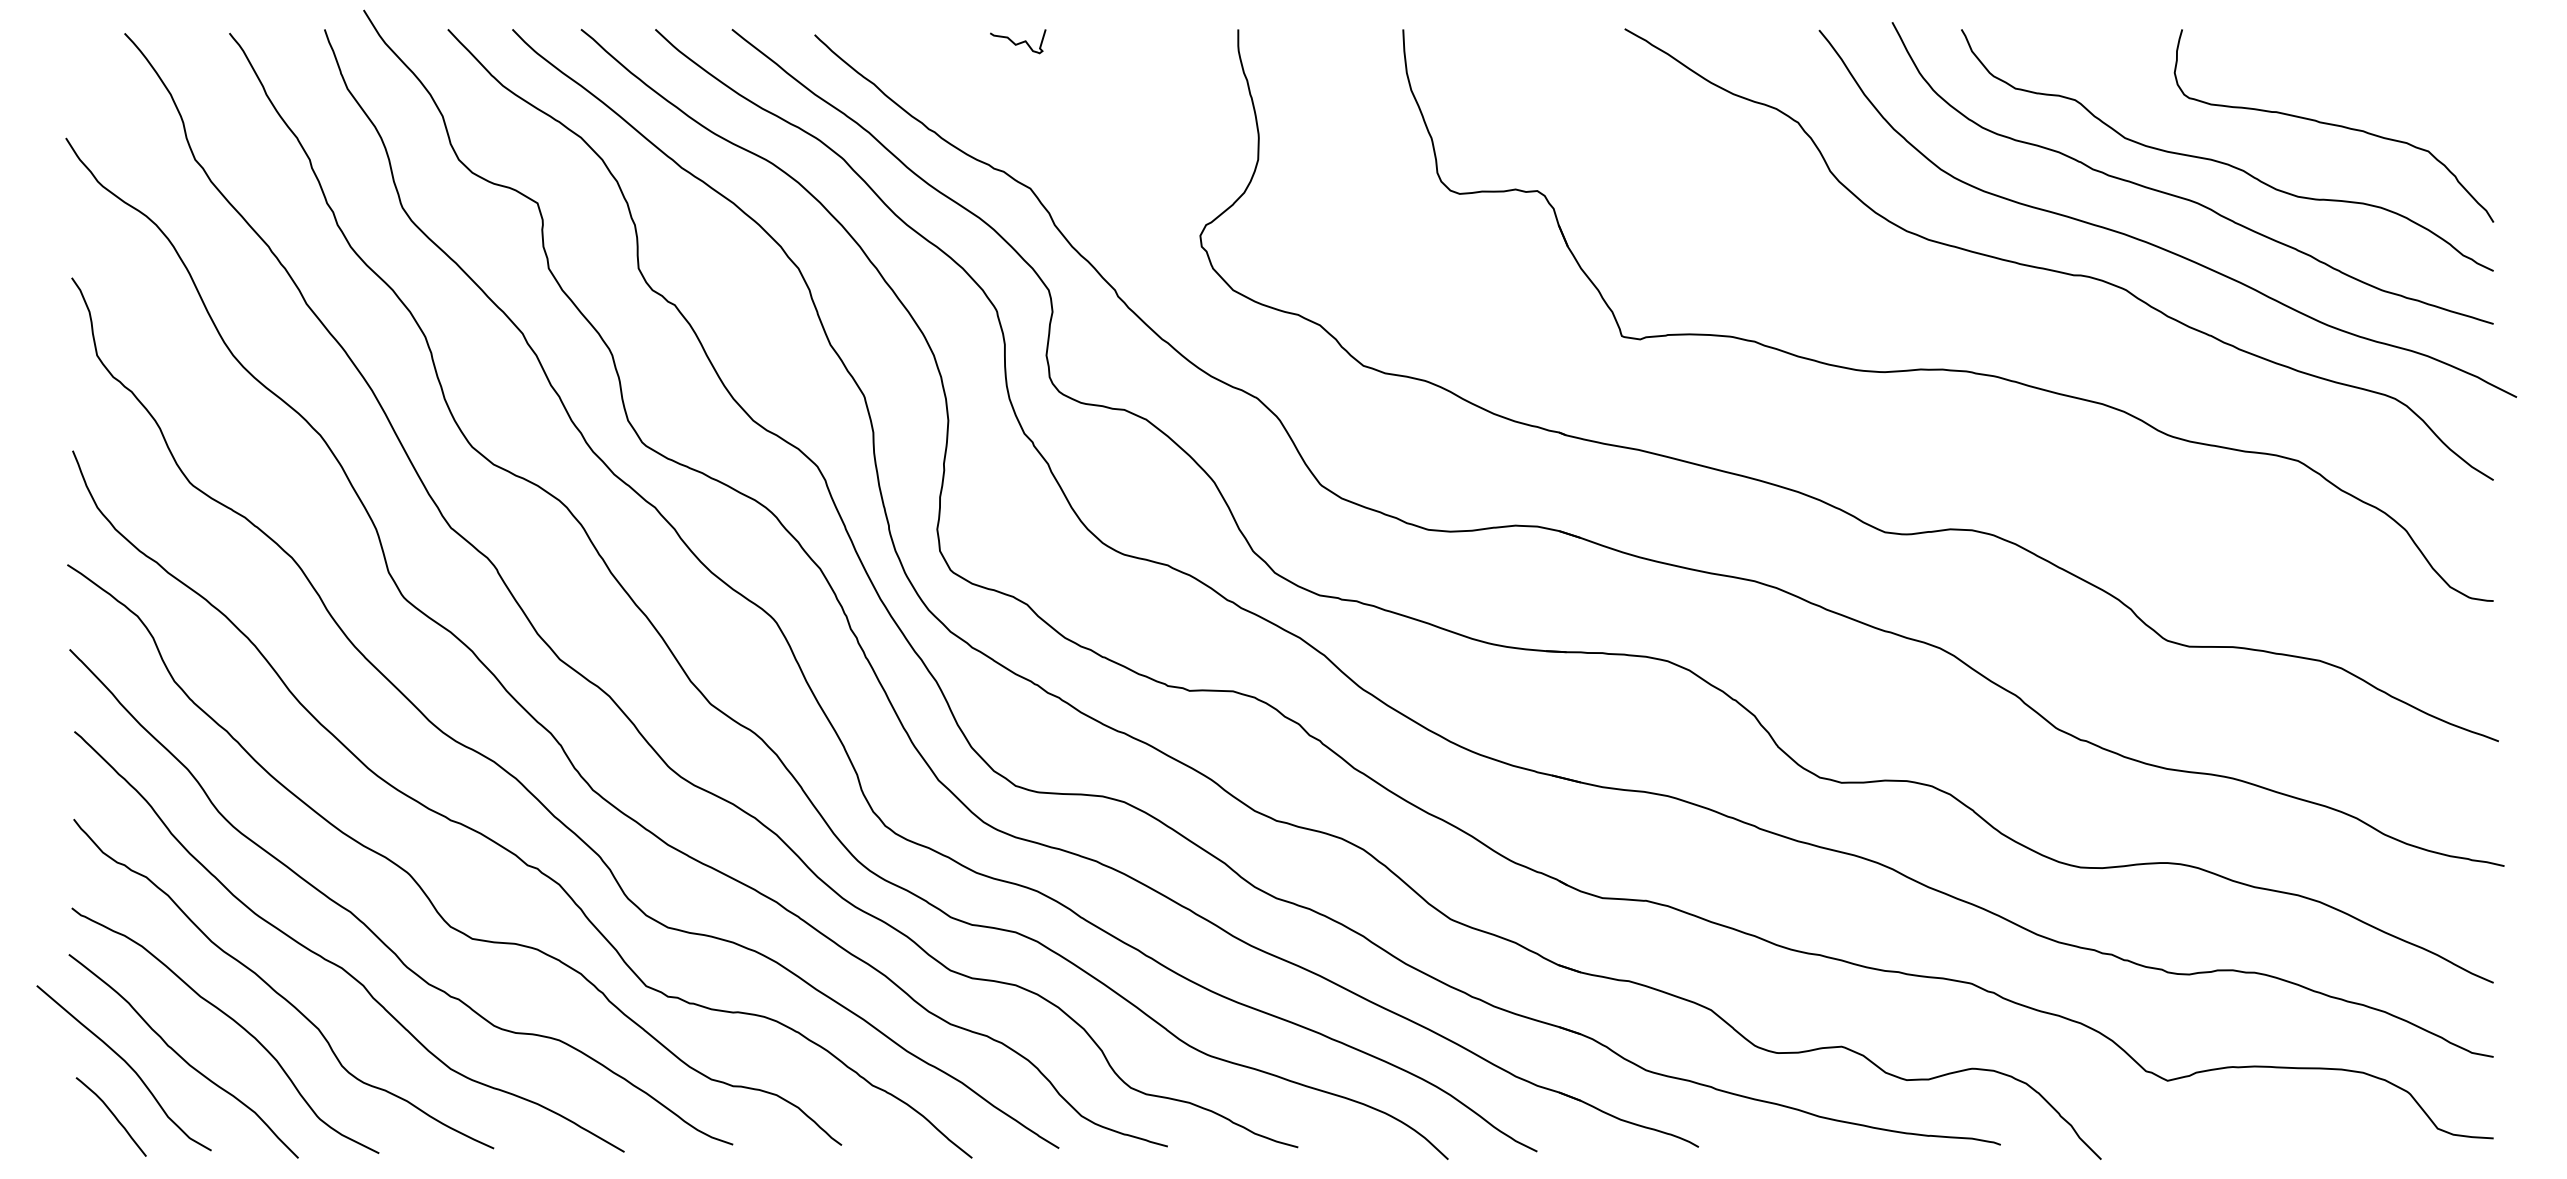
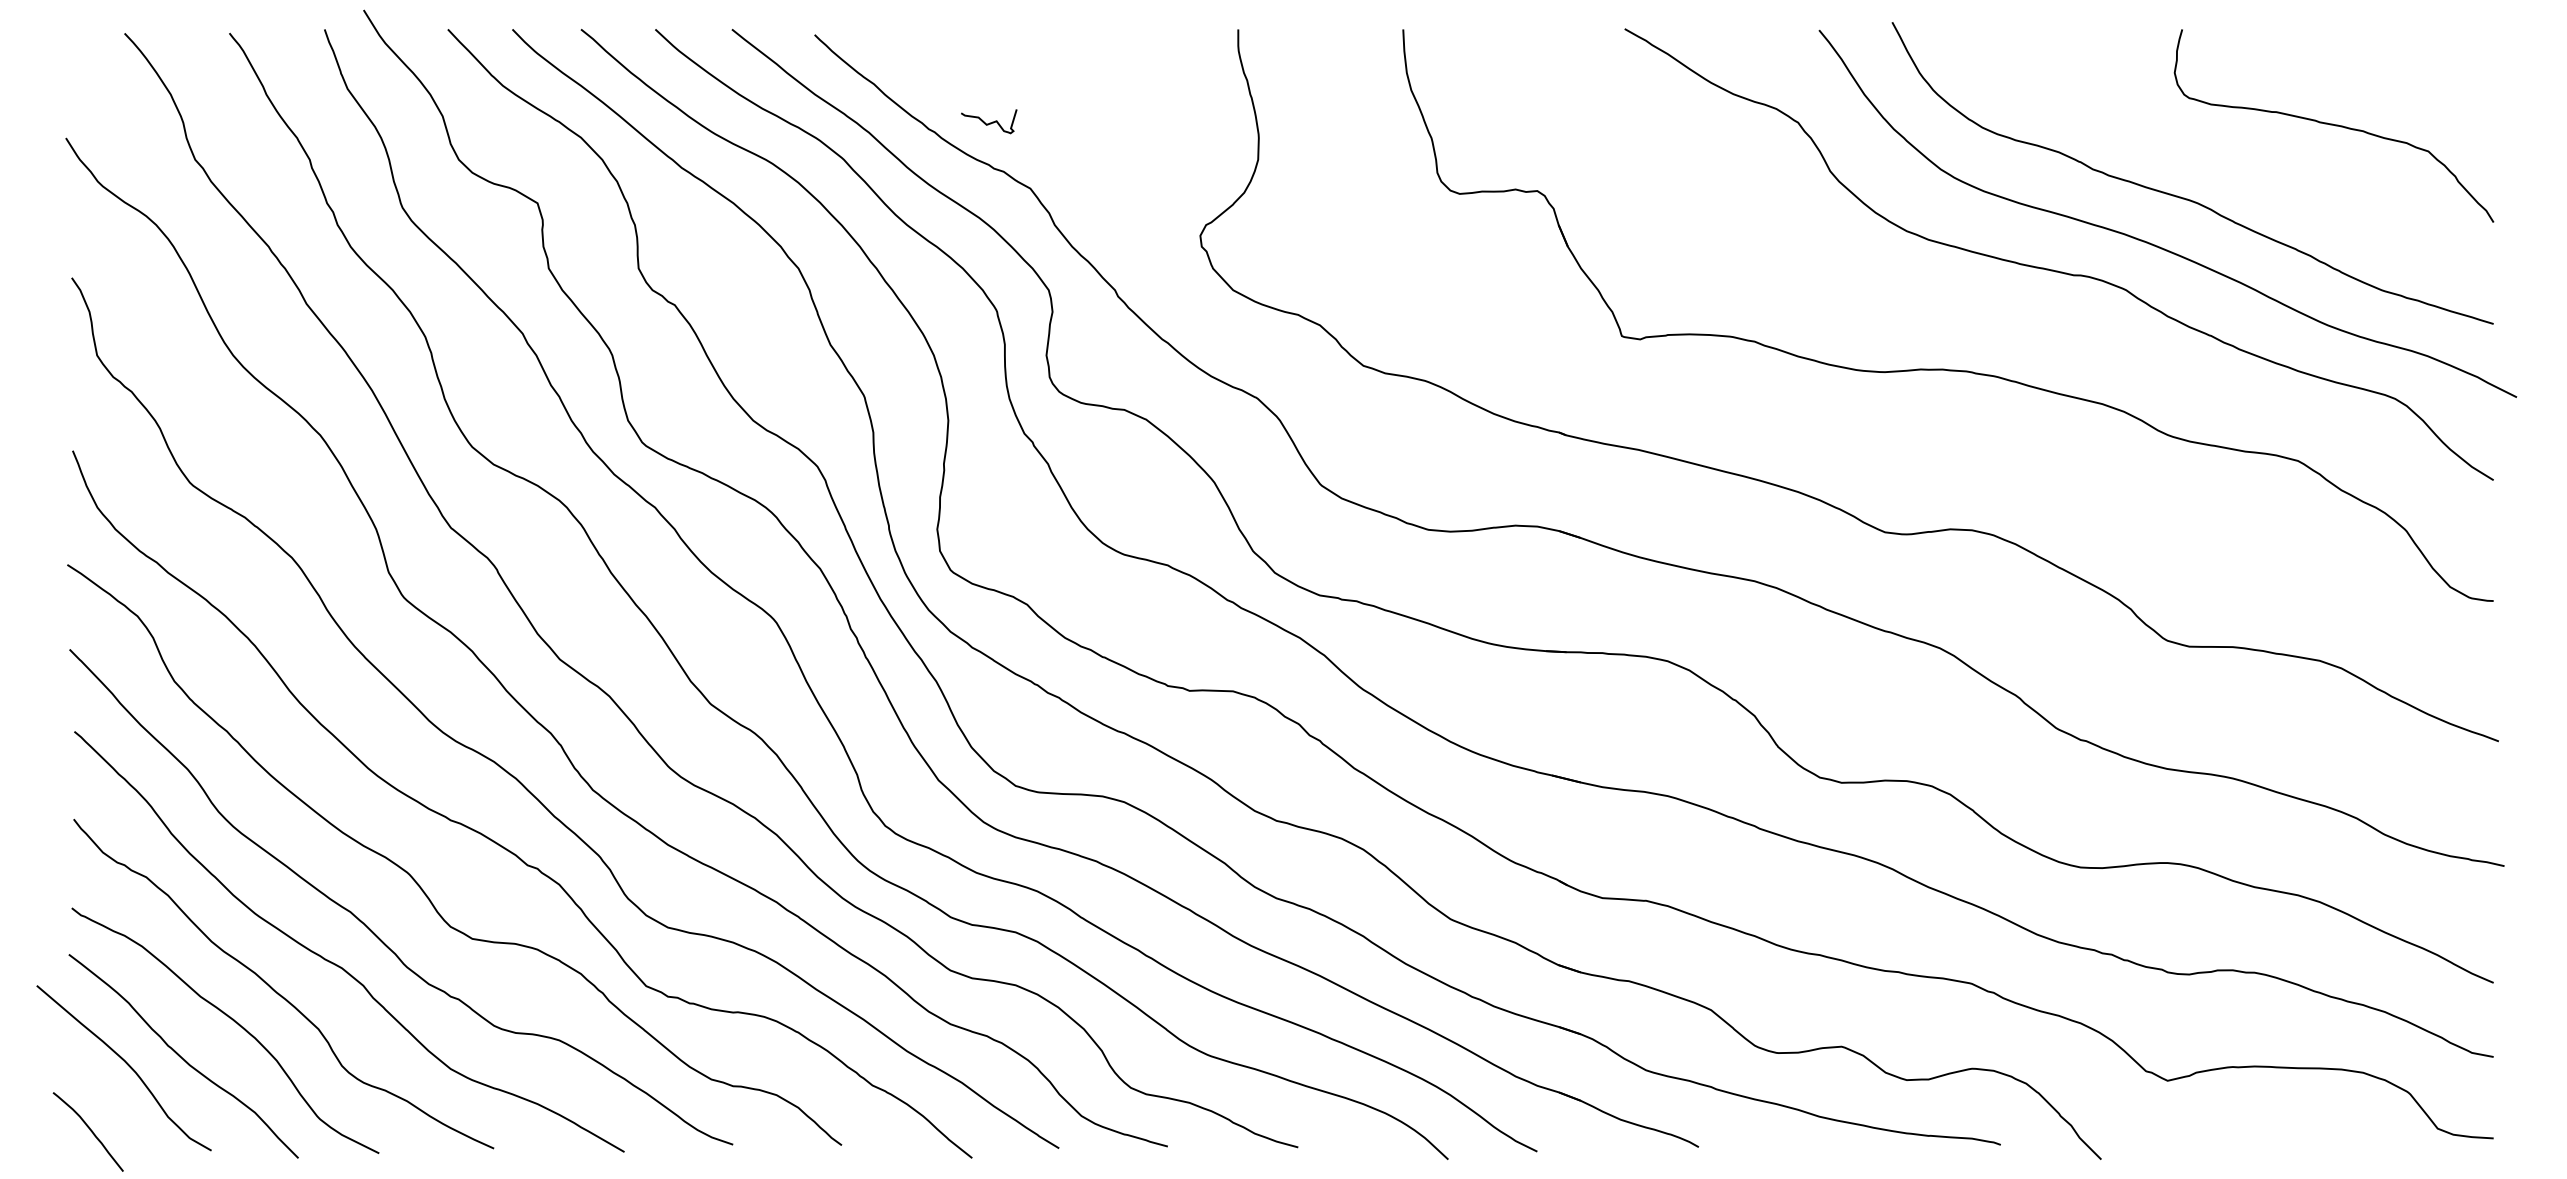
curve at (1018, 42) position: (1018, 42) -> (989, 122)
curve at (2225, 162): present -> none
curve at (112, 1114) position: (112, 1114) -> (89, 1129)
